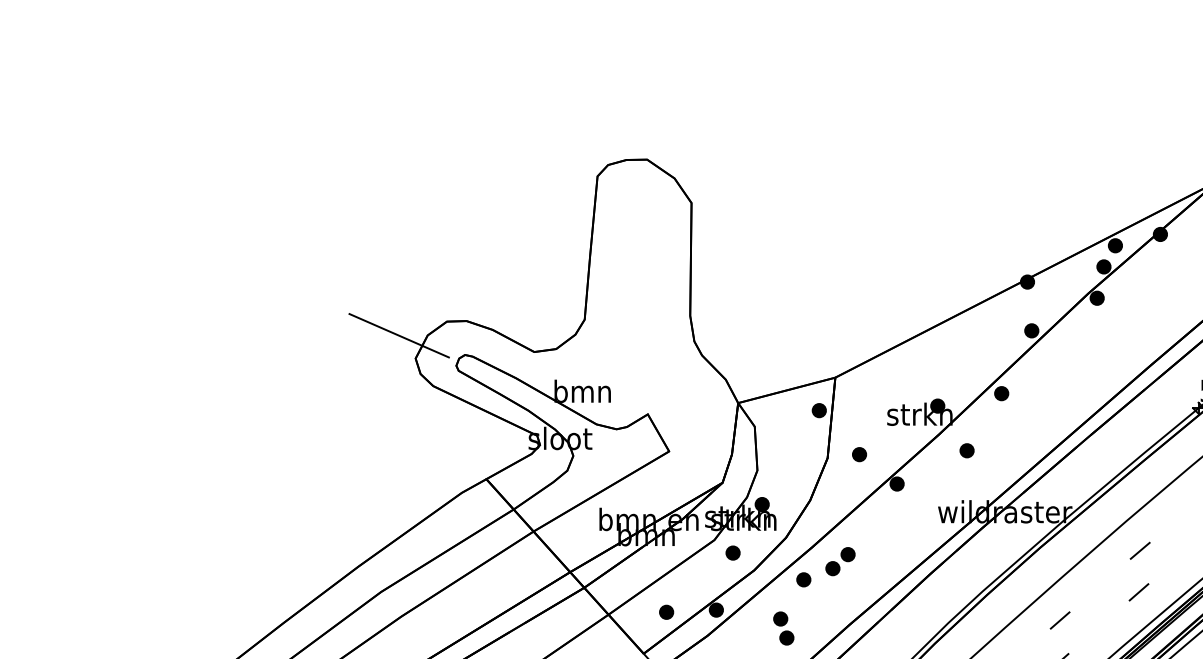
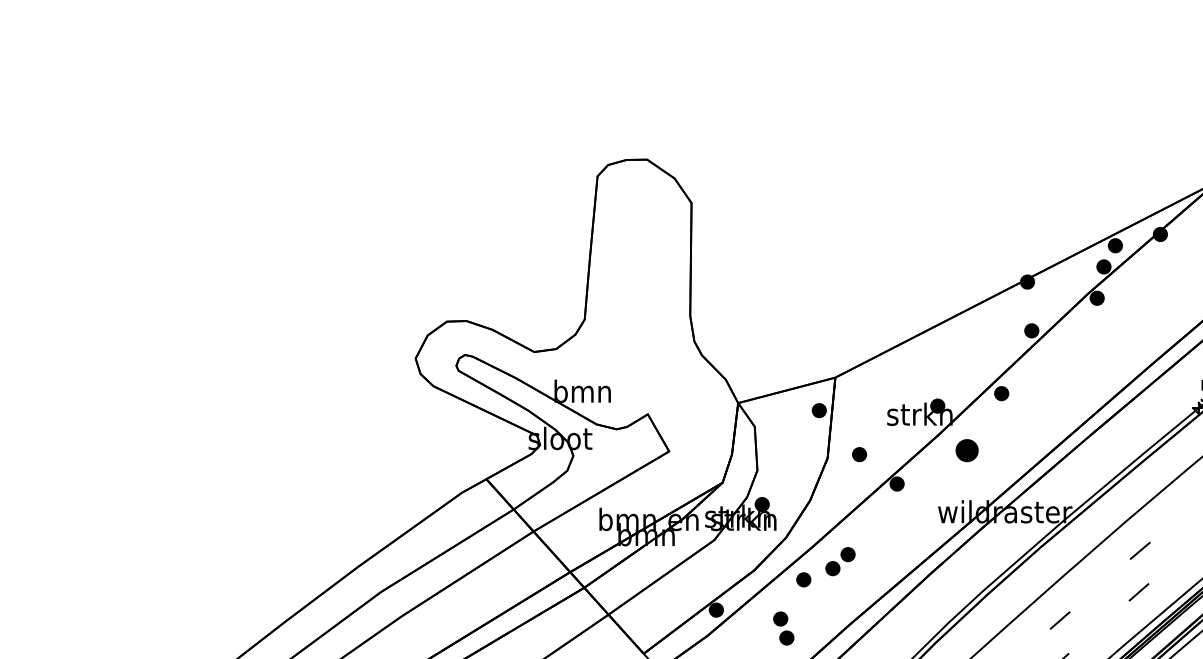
line at (398, 335): present -> none
part at (966, 450) size: 16x16 px -> 24x24 px
part at (732, 552): present -> none
part at (666, 611): present -> none
